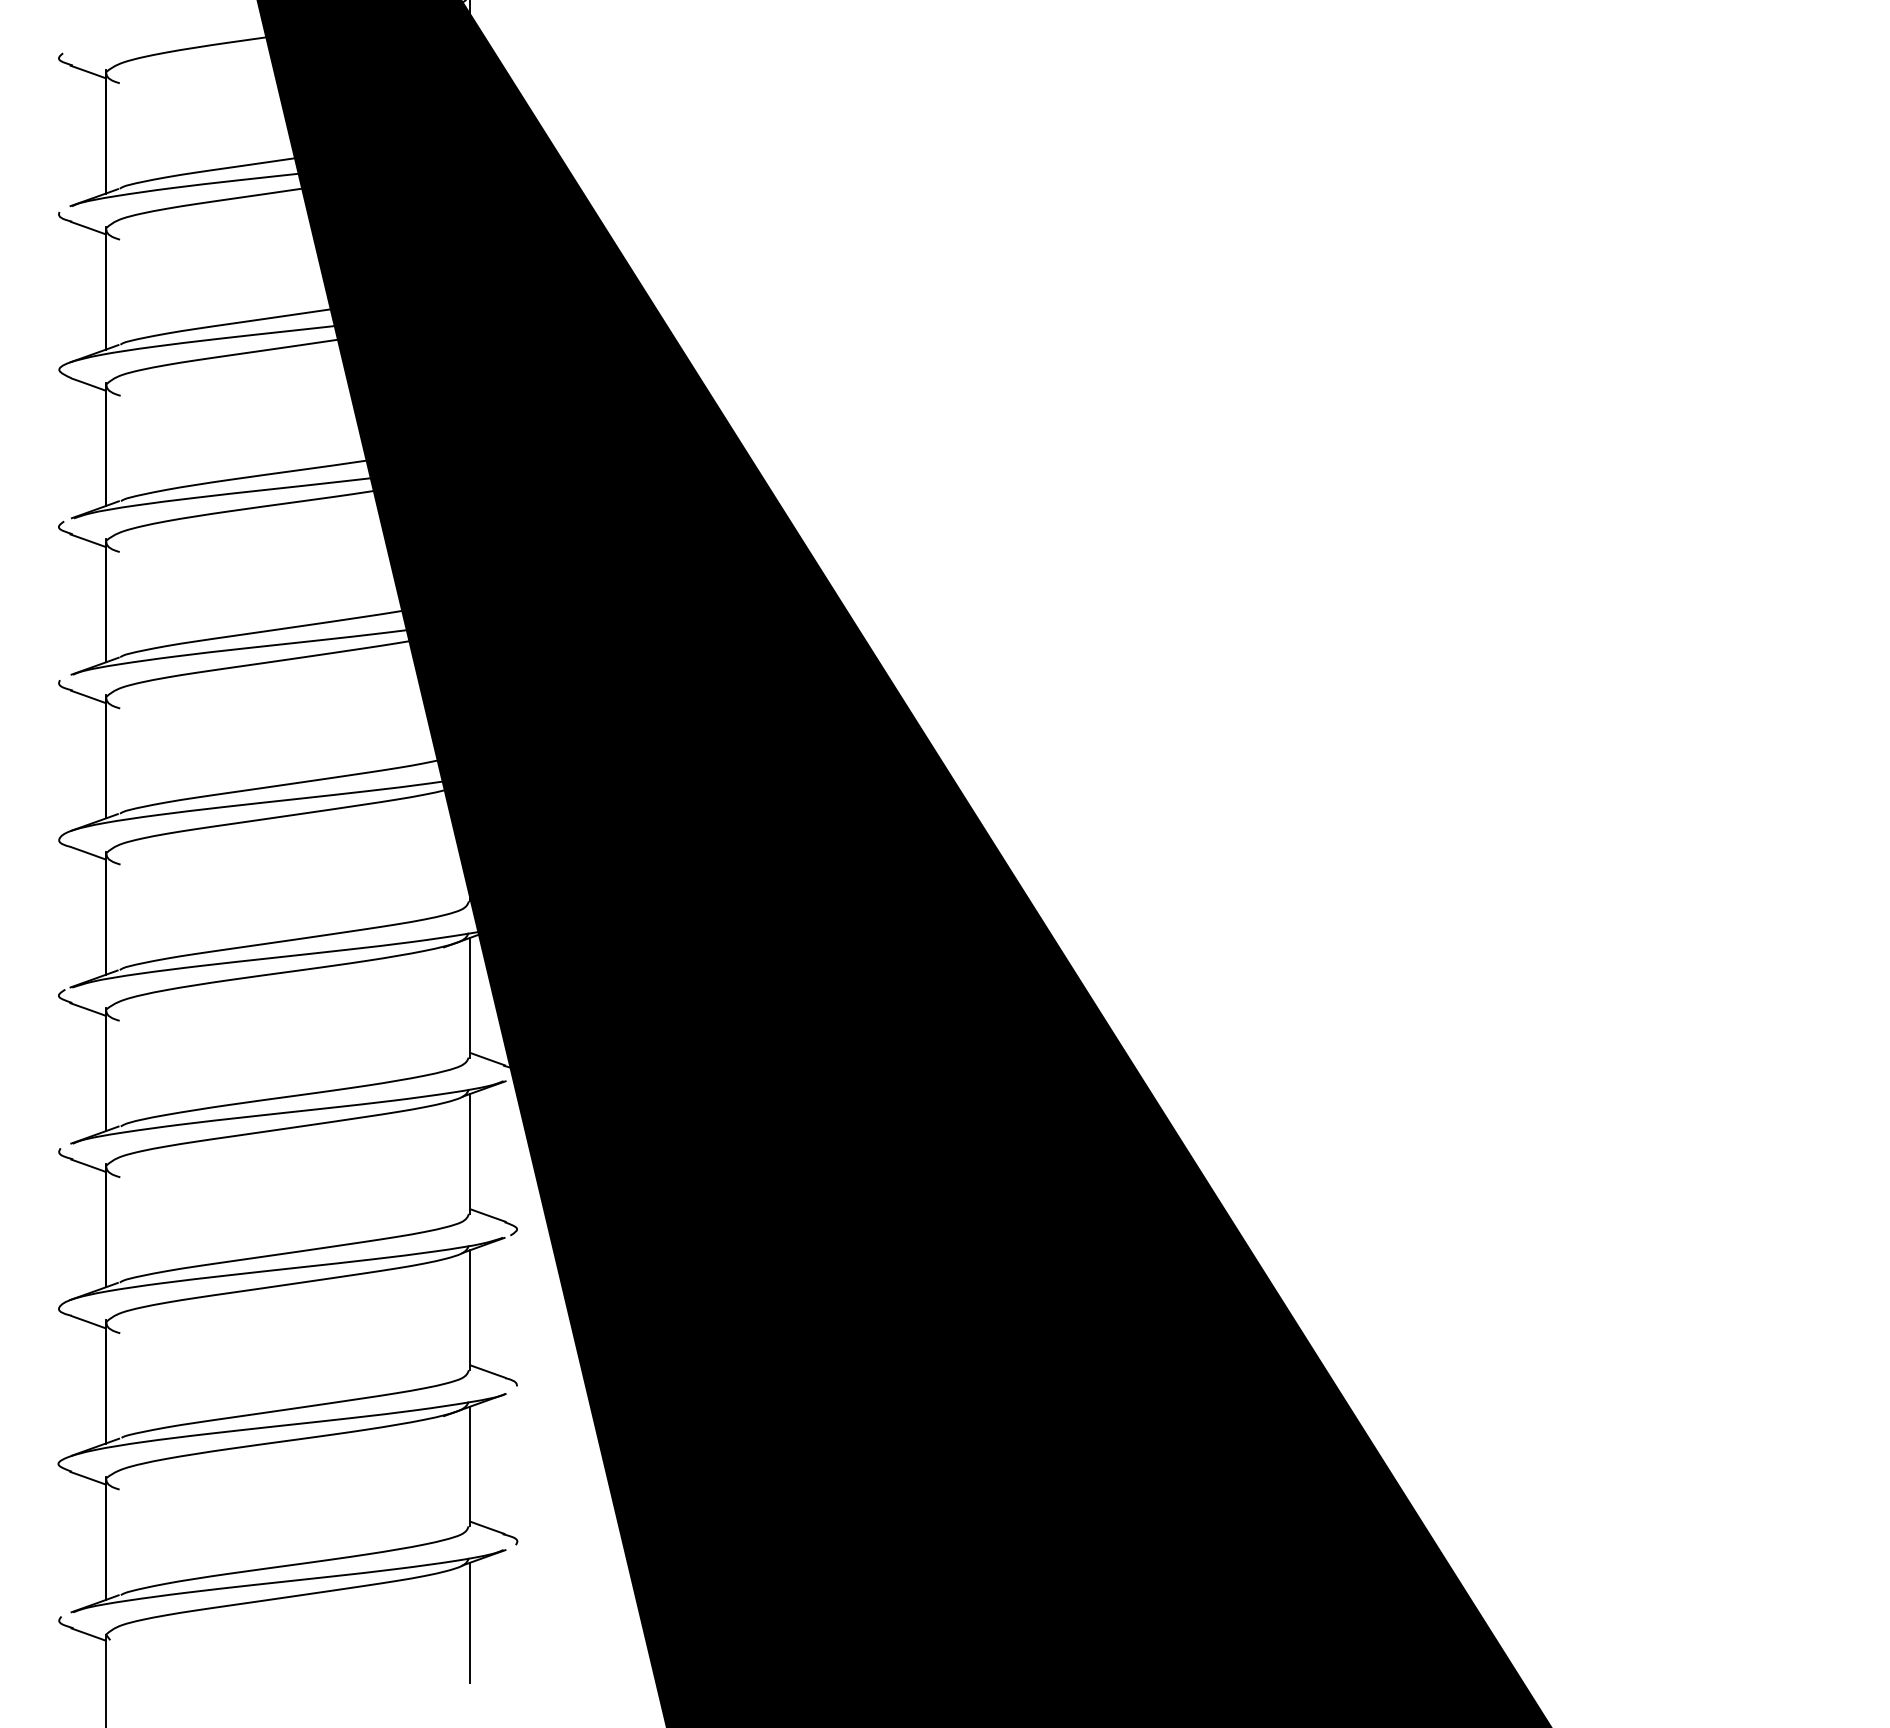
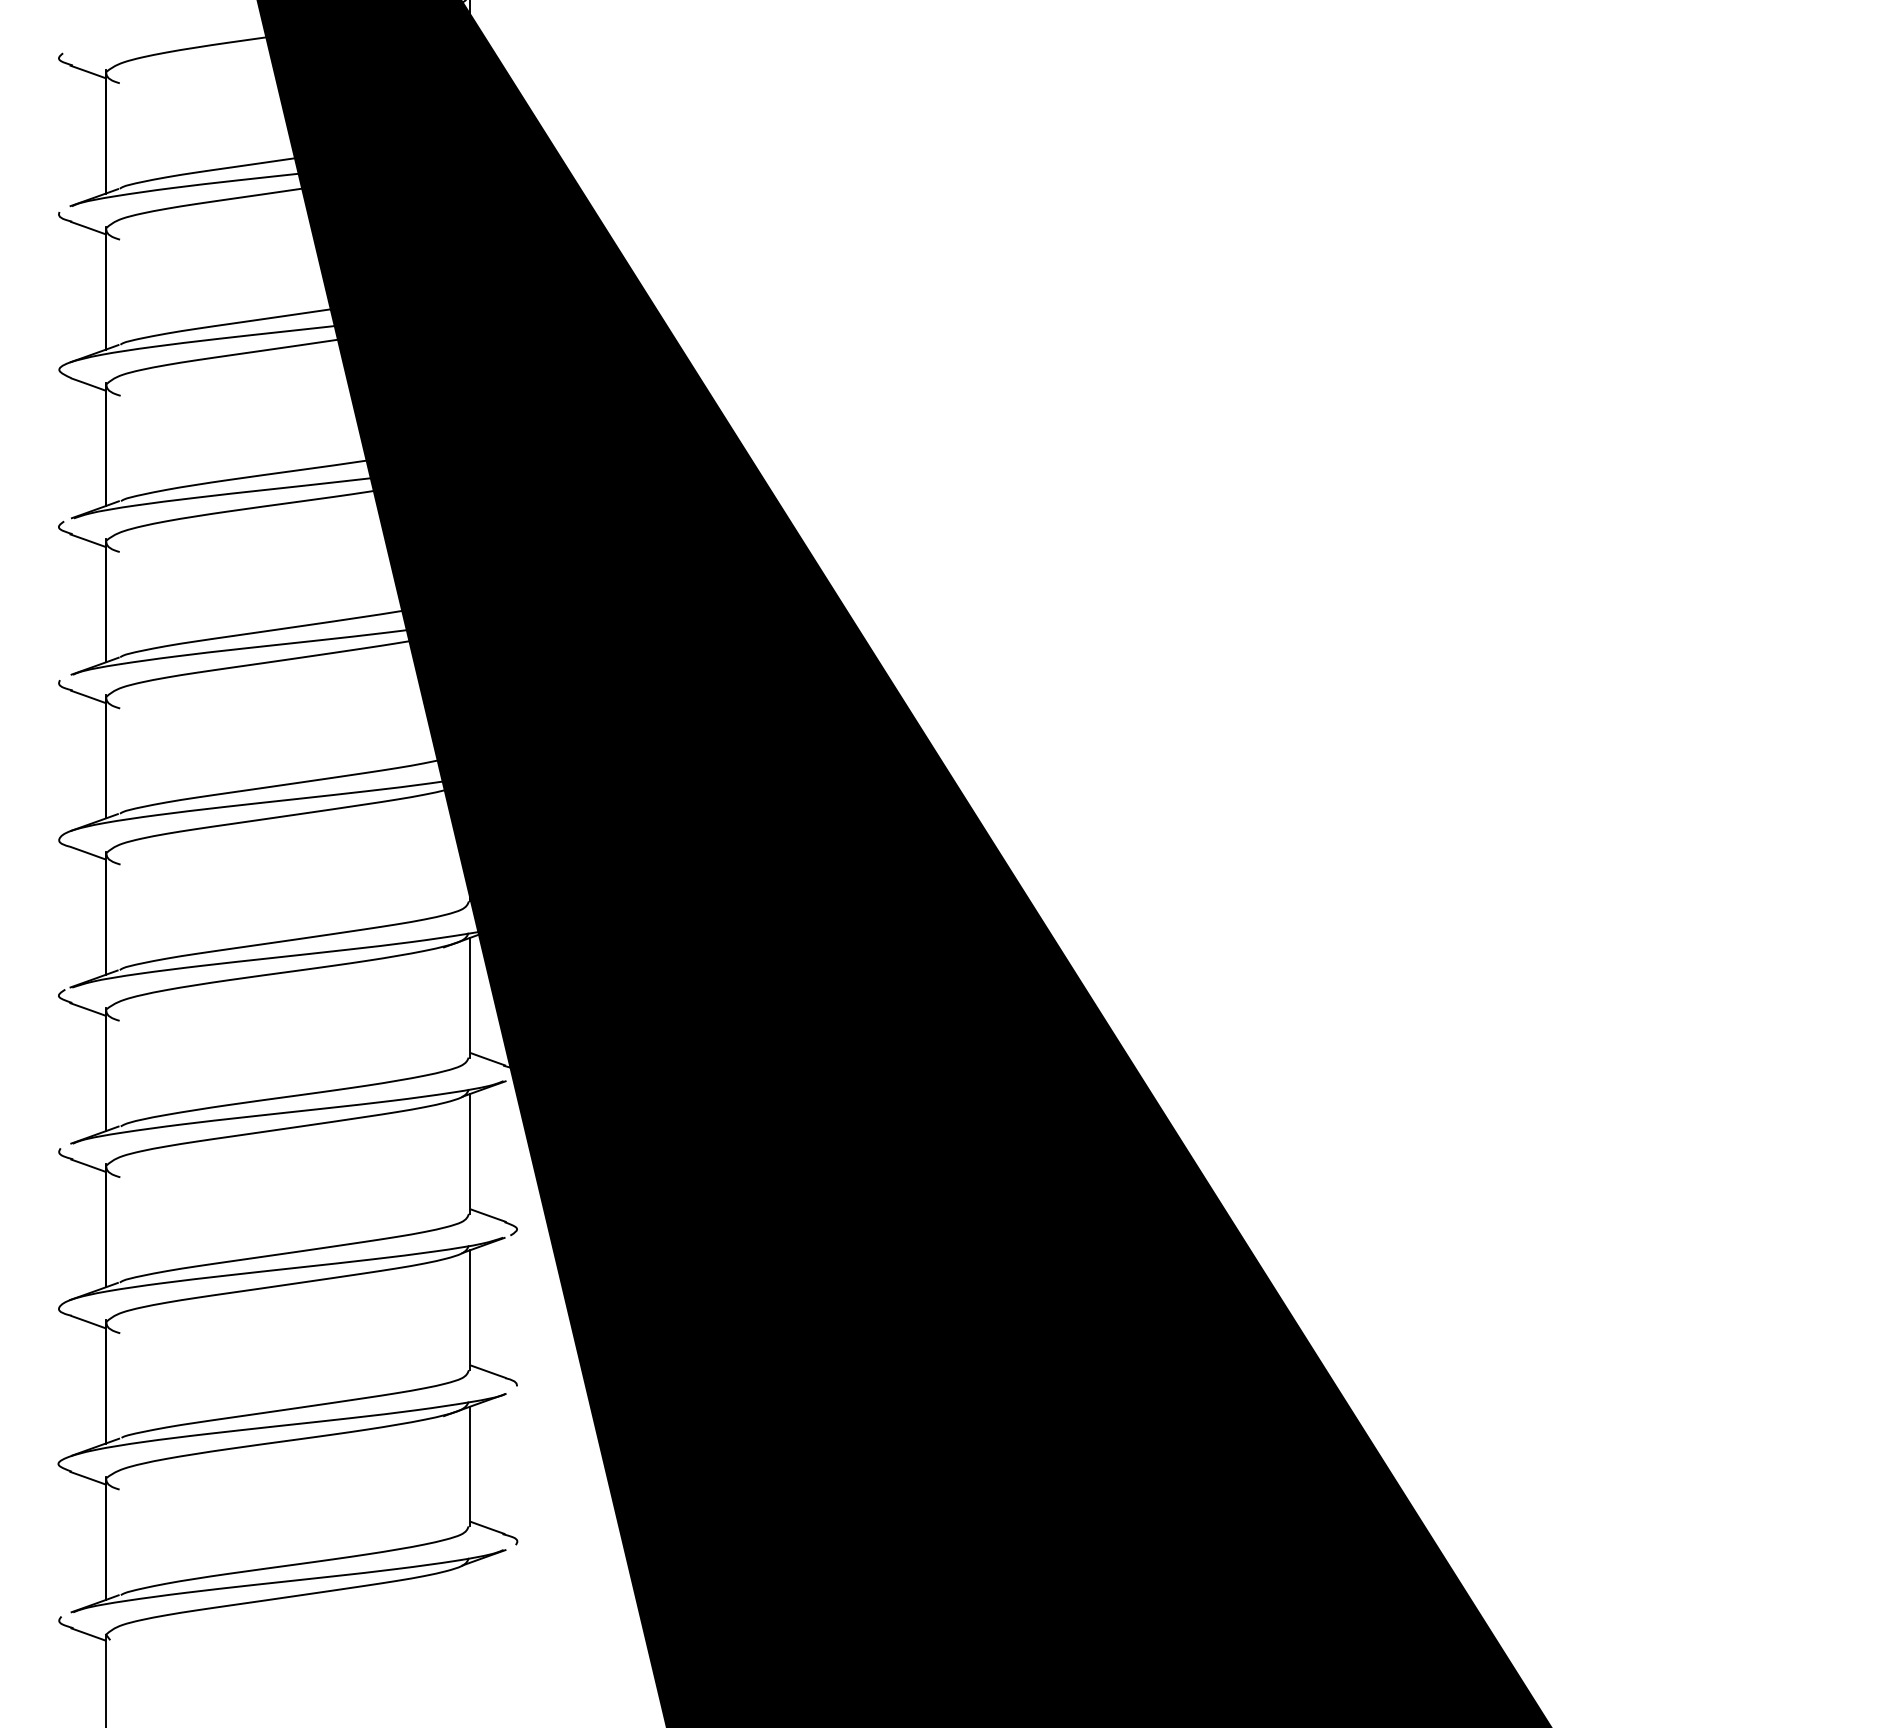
line at (470, 1622): present -> none
